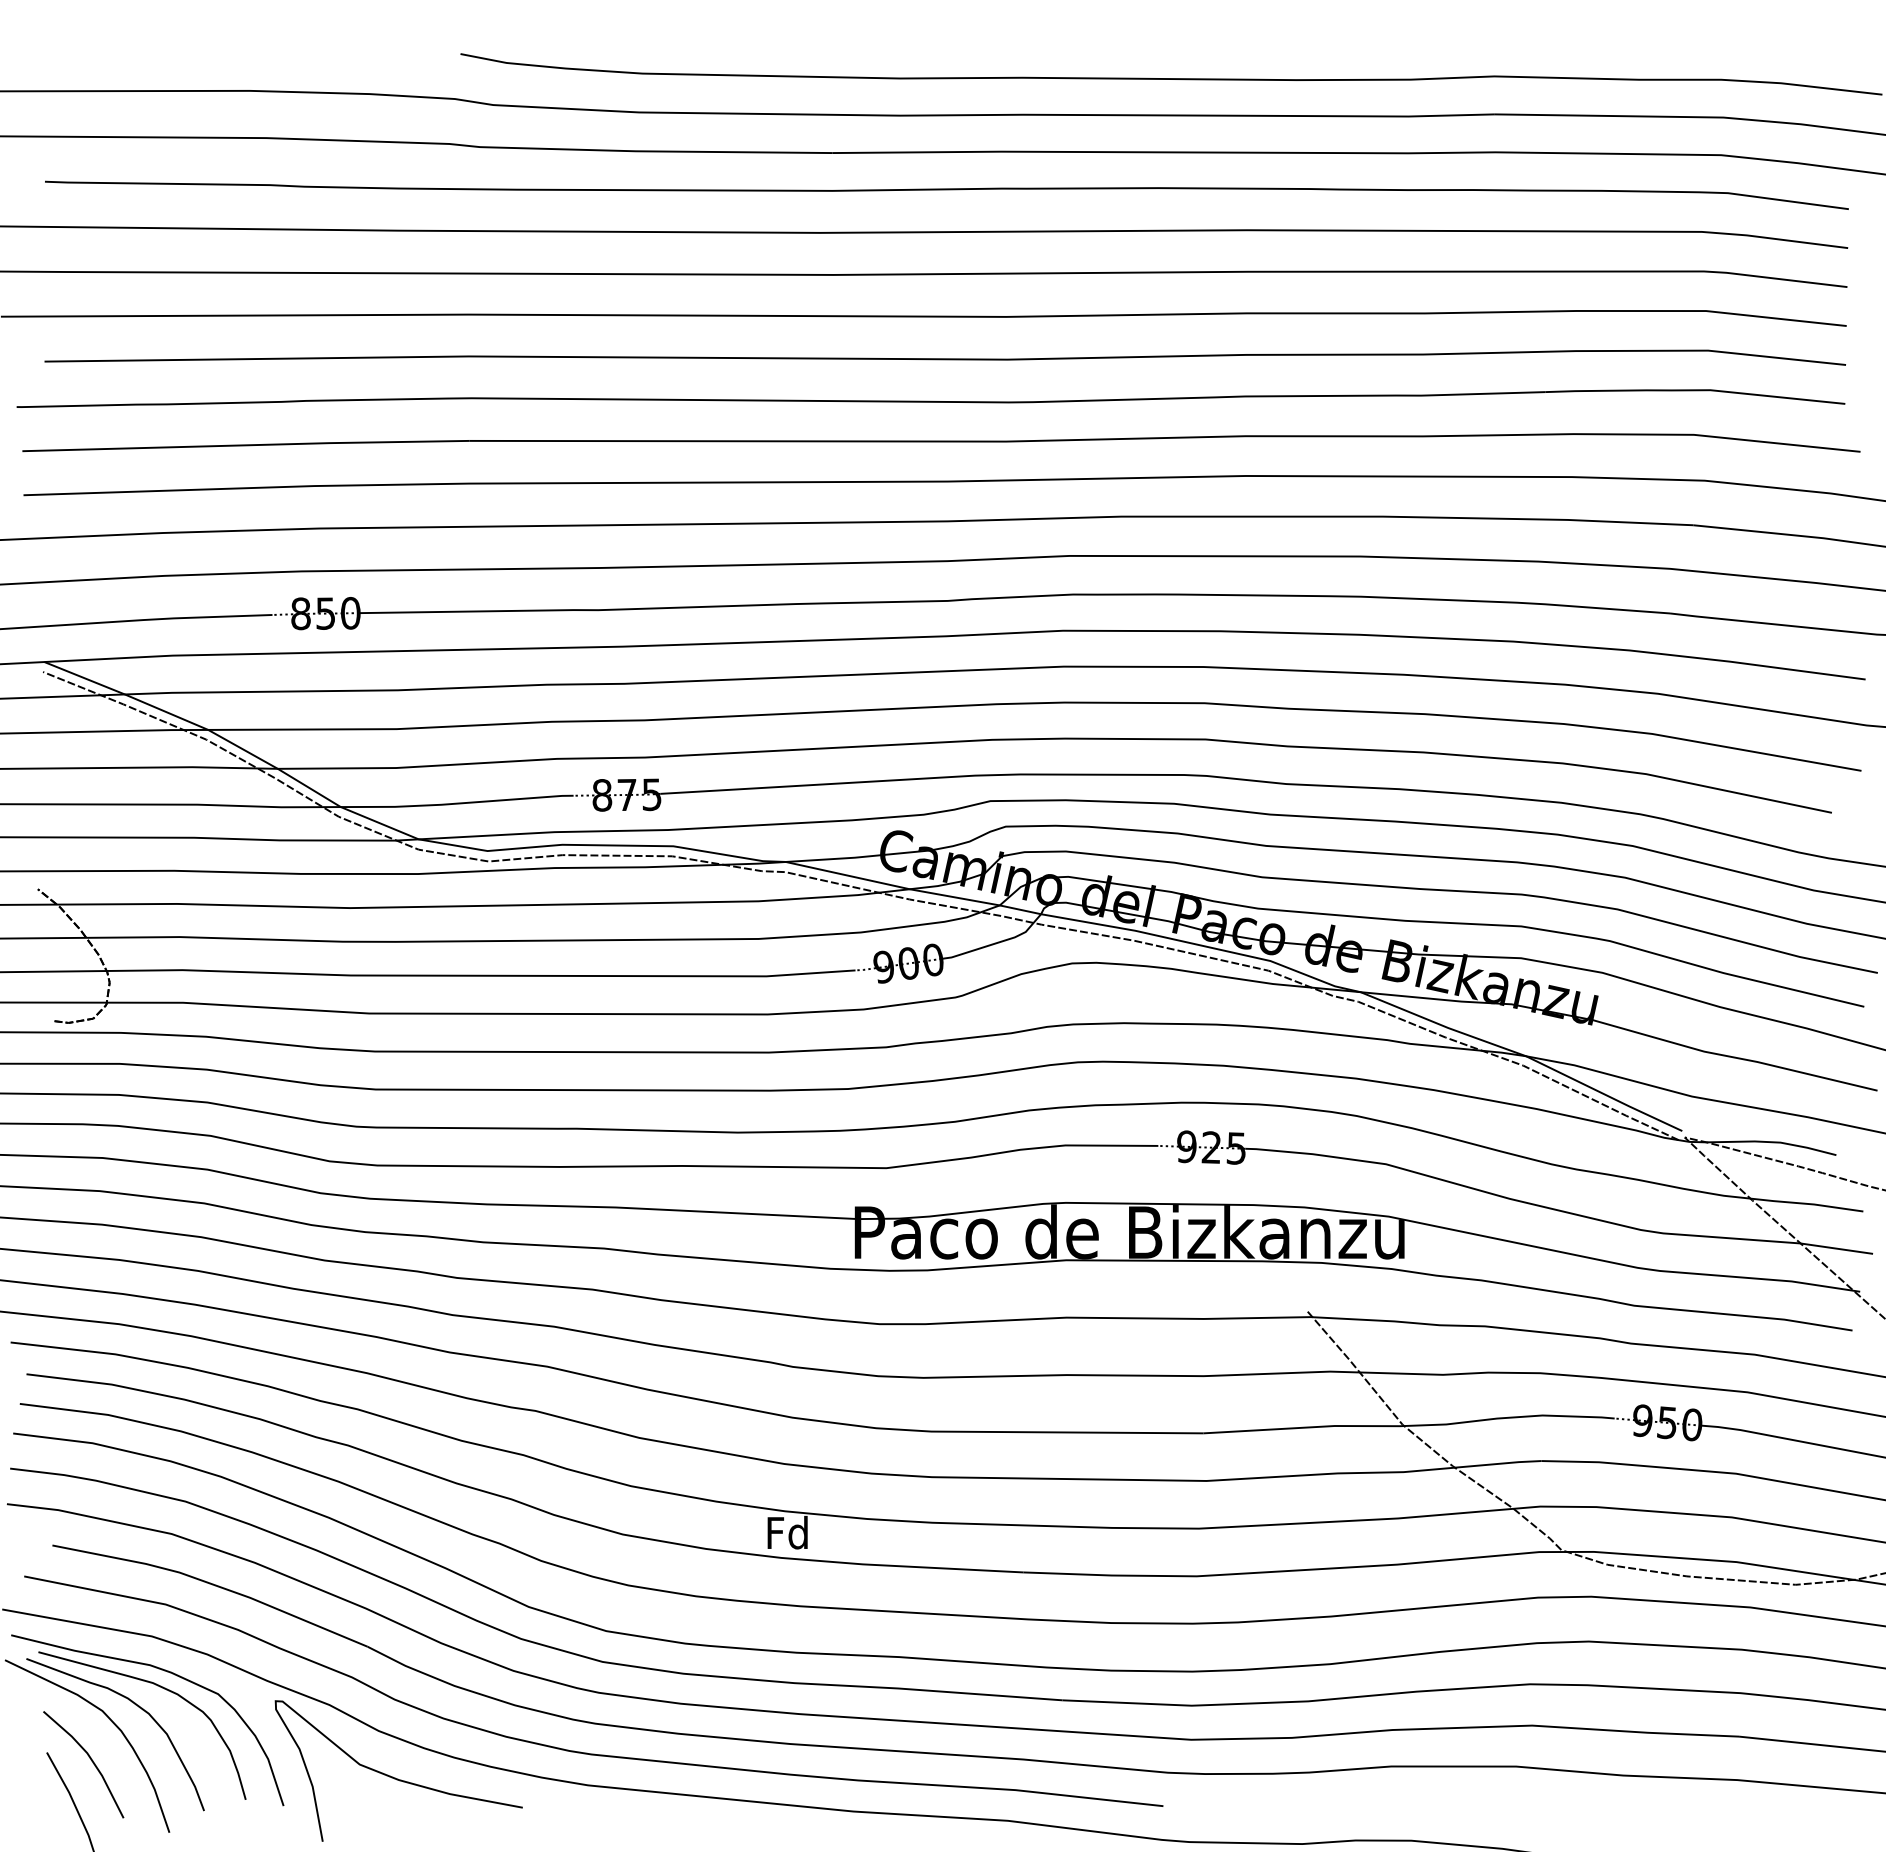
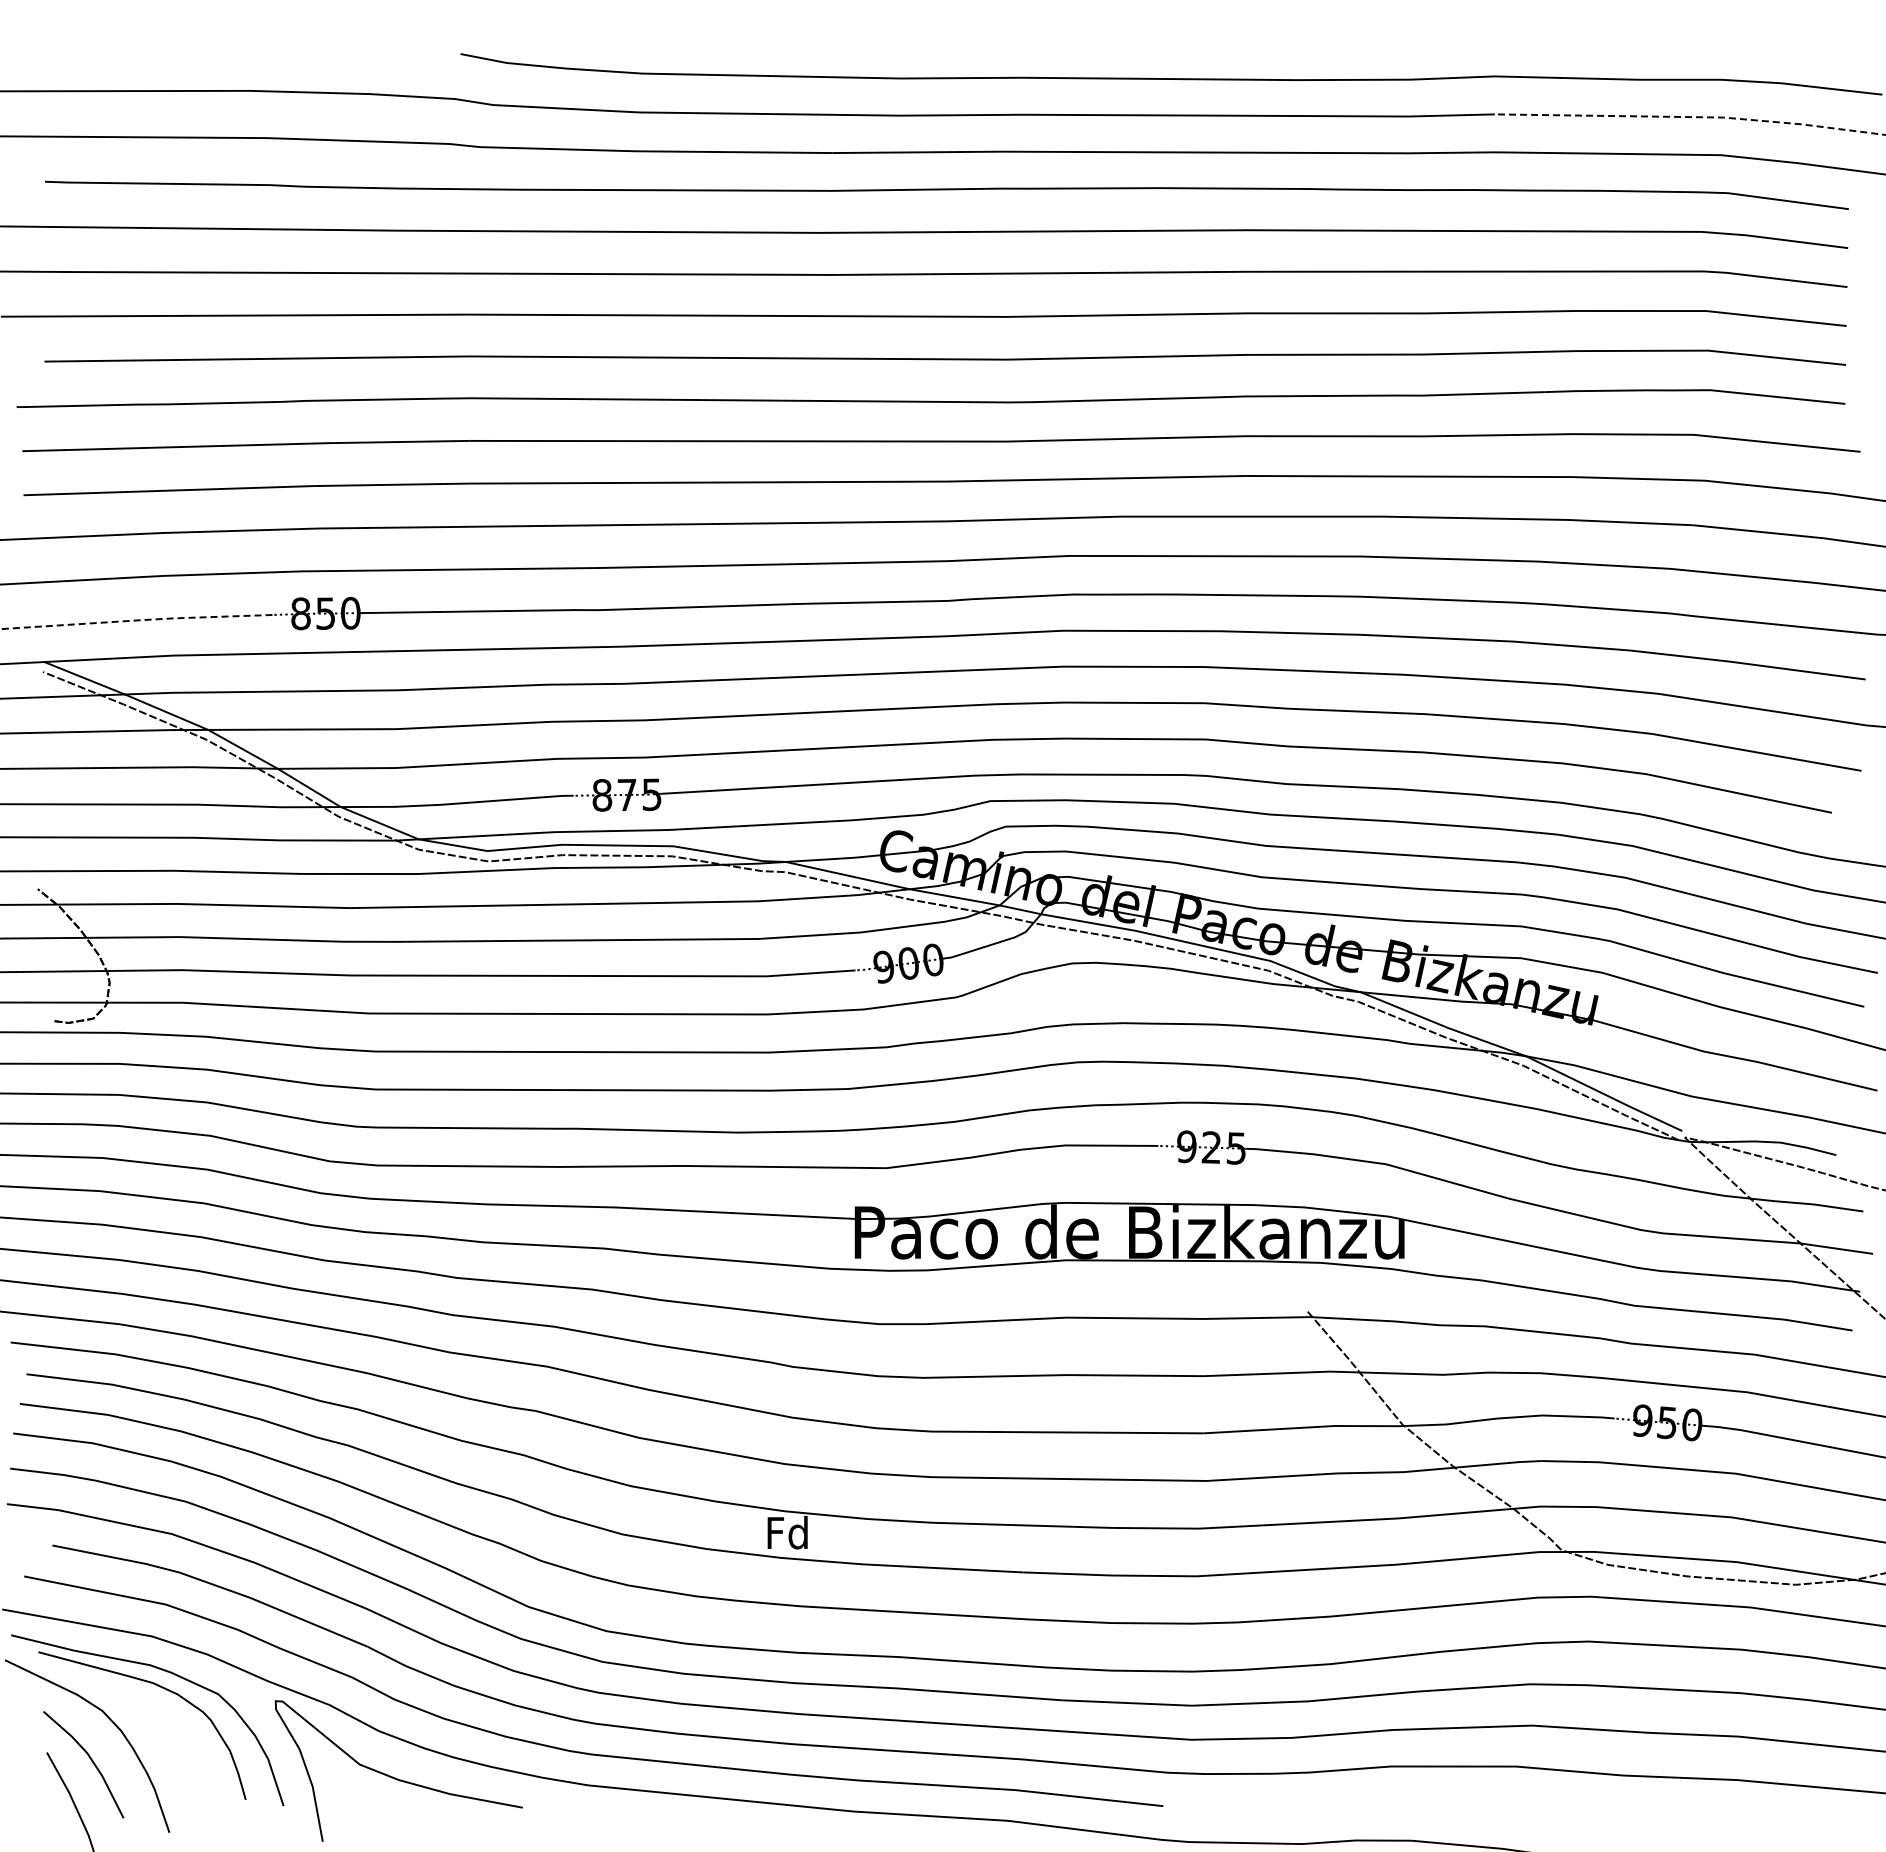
line at (1691, 117): solid -> dashed
line at (137, 620): solid -> dashed
curve at (135, 1705): present -> none
